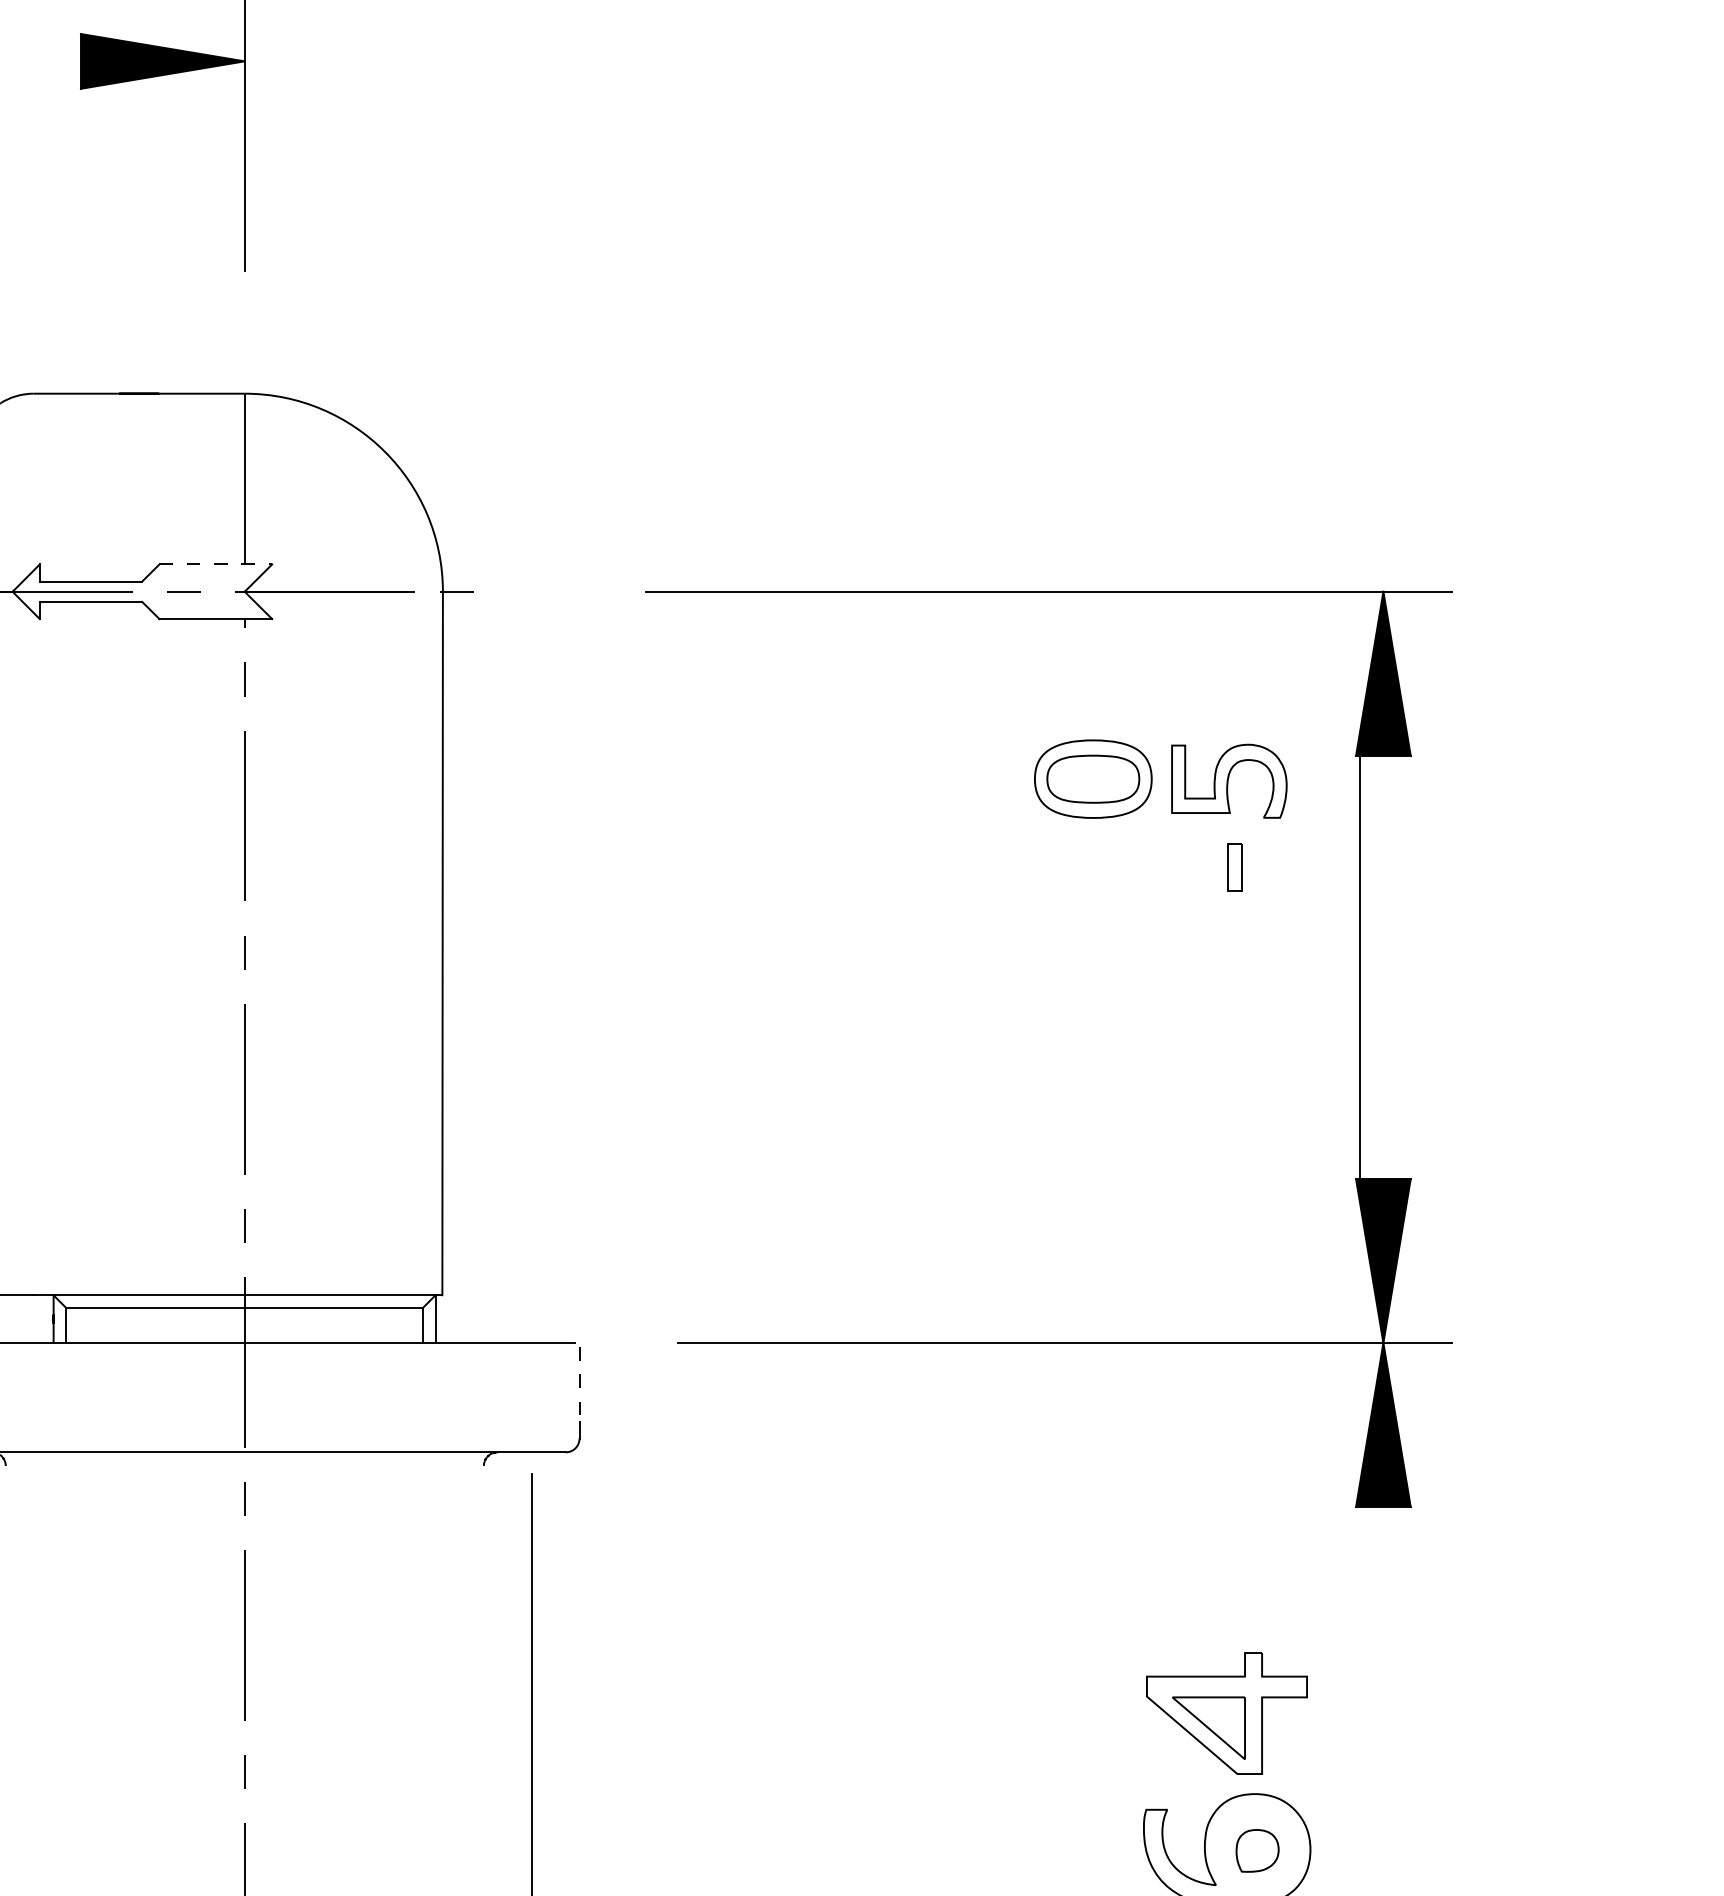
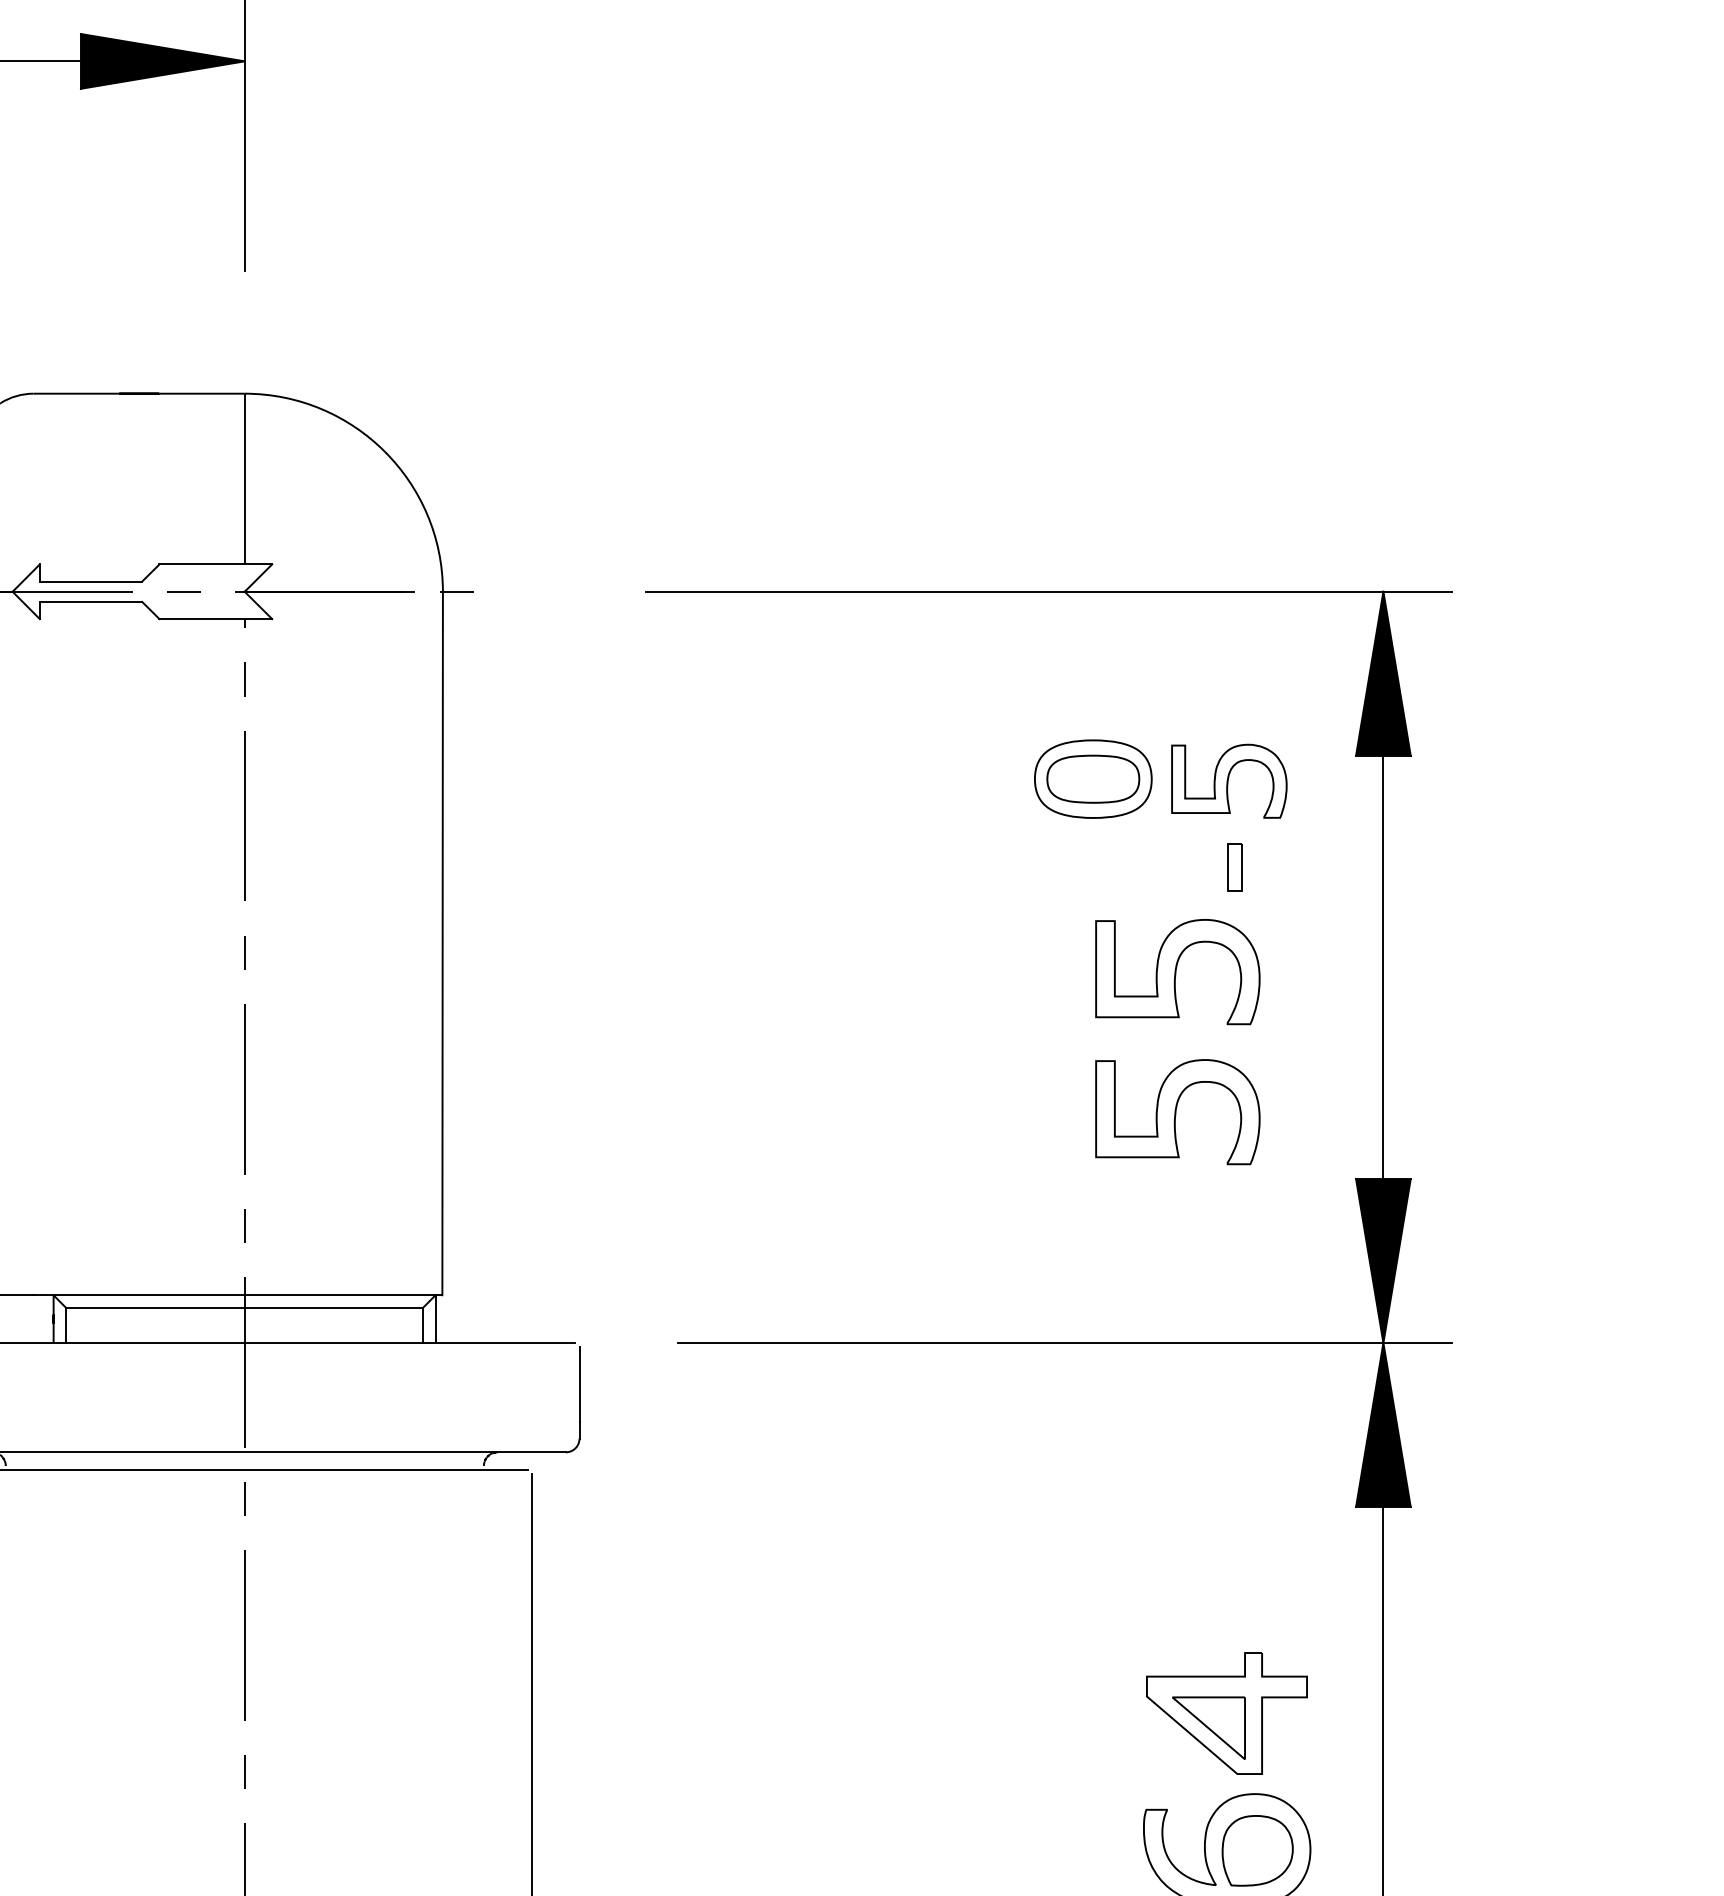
line at (41, 61): none -> present
line at (216, 564): dashed -> solid
line at (1360, 967) position: (1360, 967) -> (1383, 967)
part at (1177, 972): none -> present
part at (1177, 1112): none -> present
line at (579, 1384): dashed -> solid
line at (264, 1470): none -> present
line at (1383, 1699): none -> present
part at (1257, 1850) size: 45x44 px -> 73x72 px
